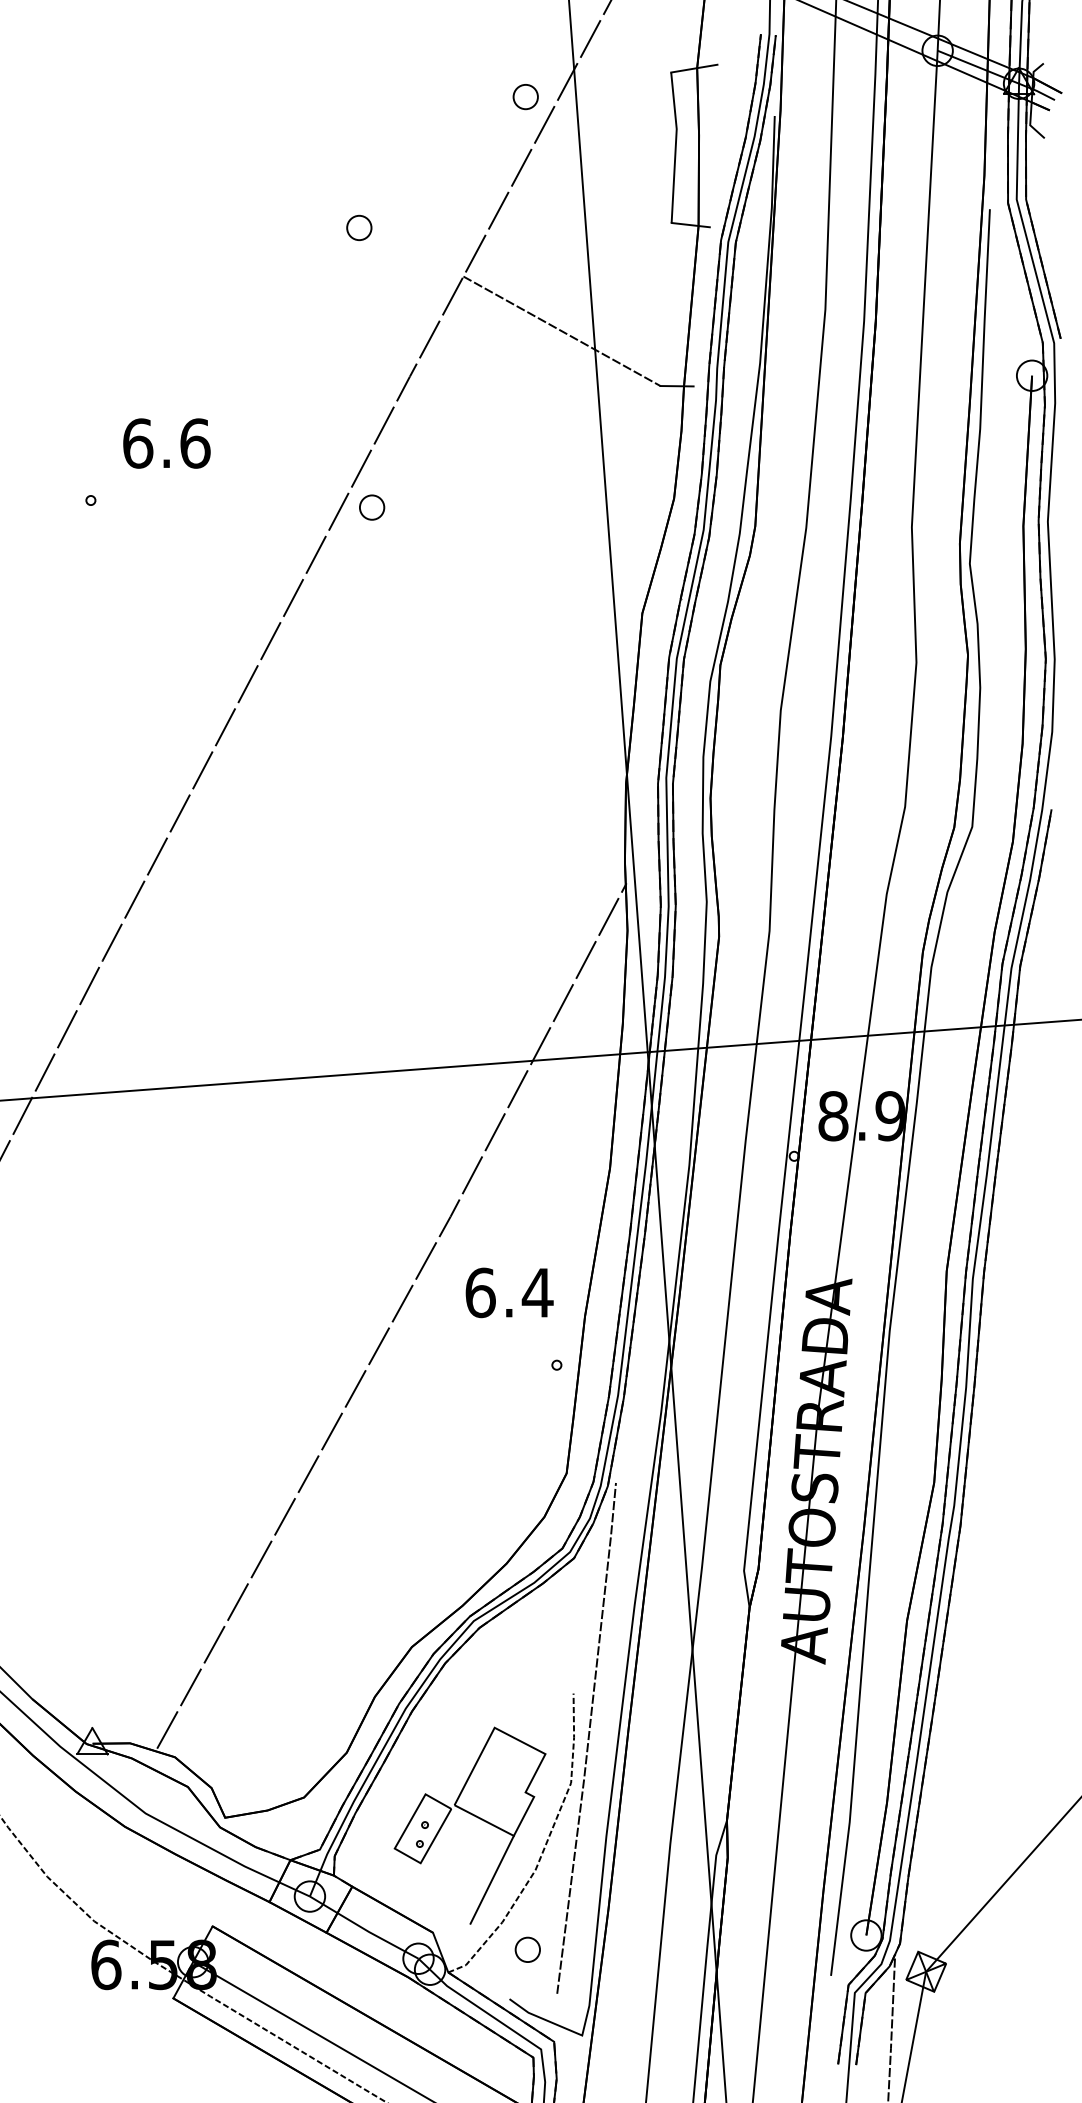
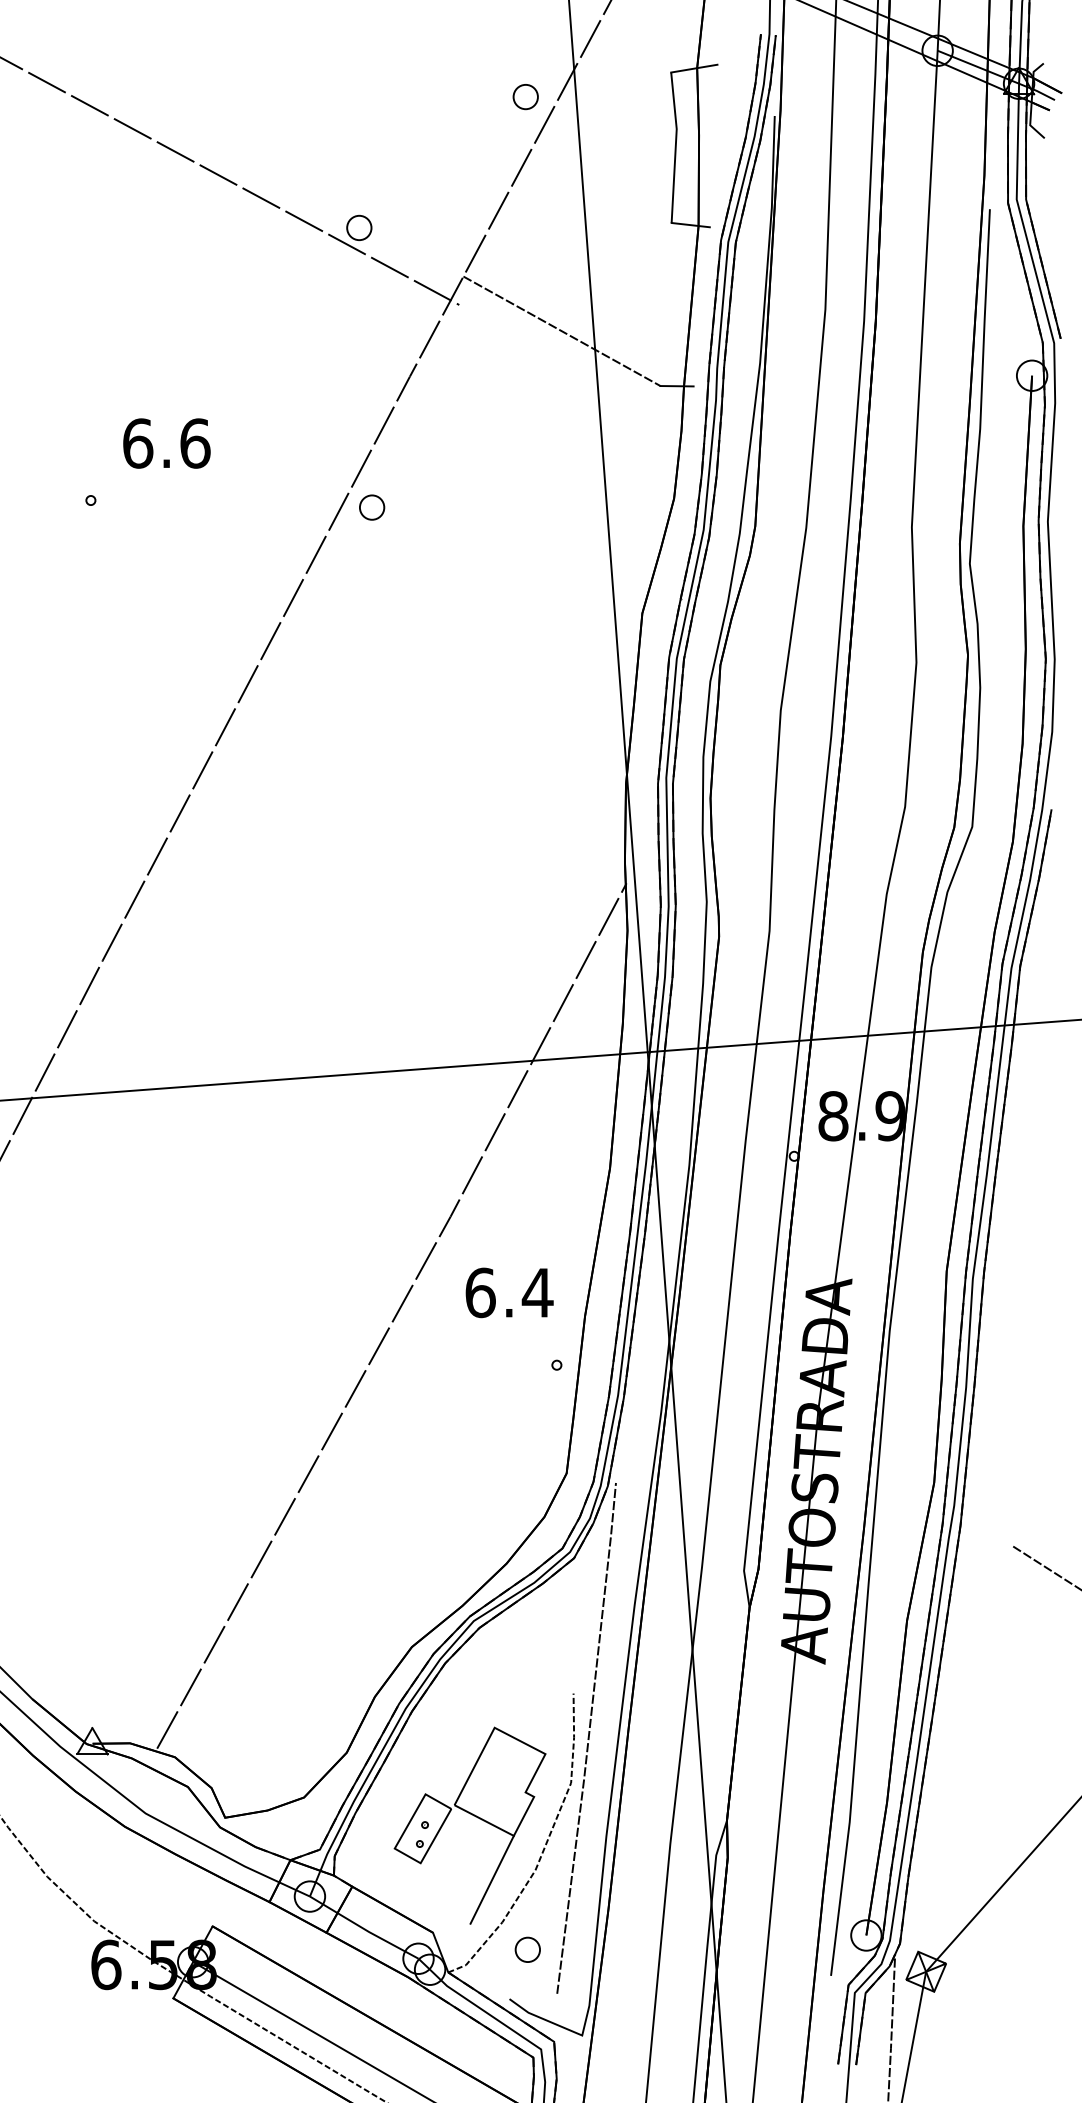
line at (230, 181): none -> present
line at (1045, 1566): none -> present
